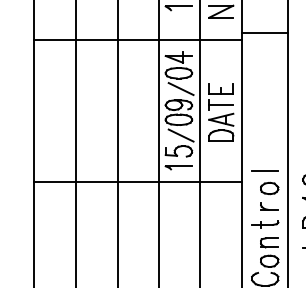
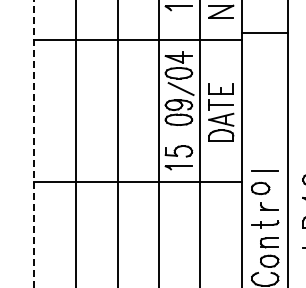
line at (180, 135): present -> none
line at (34, 143): solid -> dashed
part at (269, 188) position: (269, 188) -> (260, 188)
